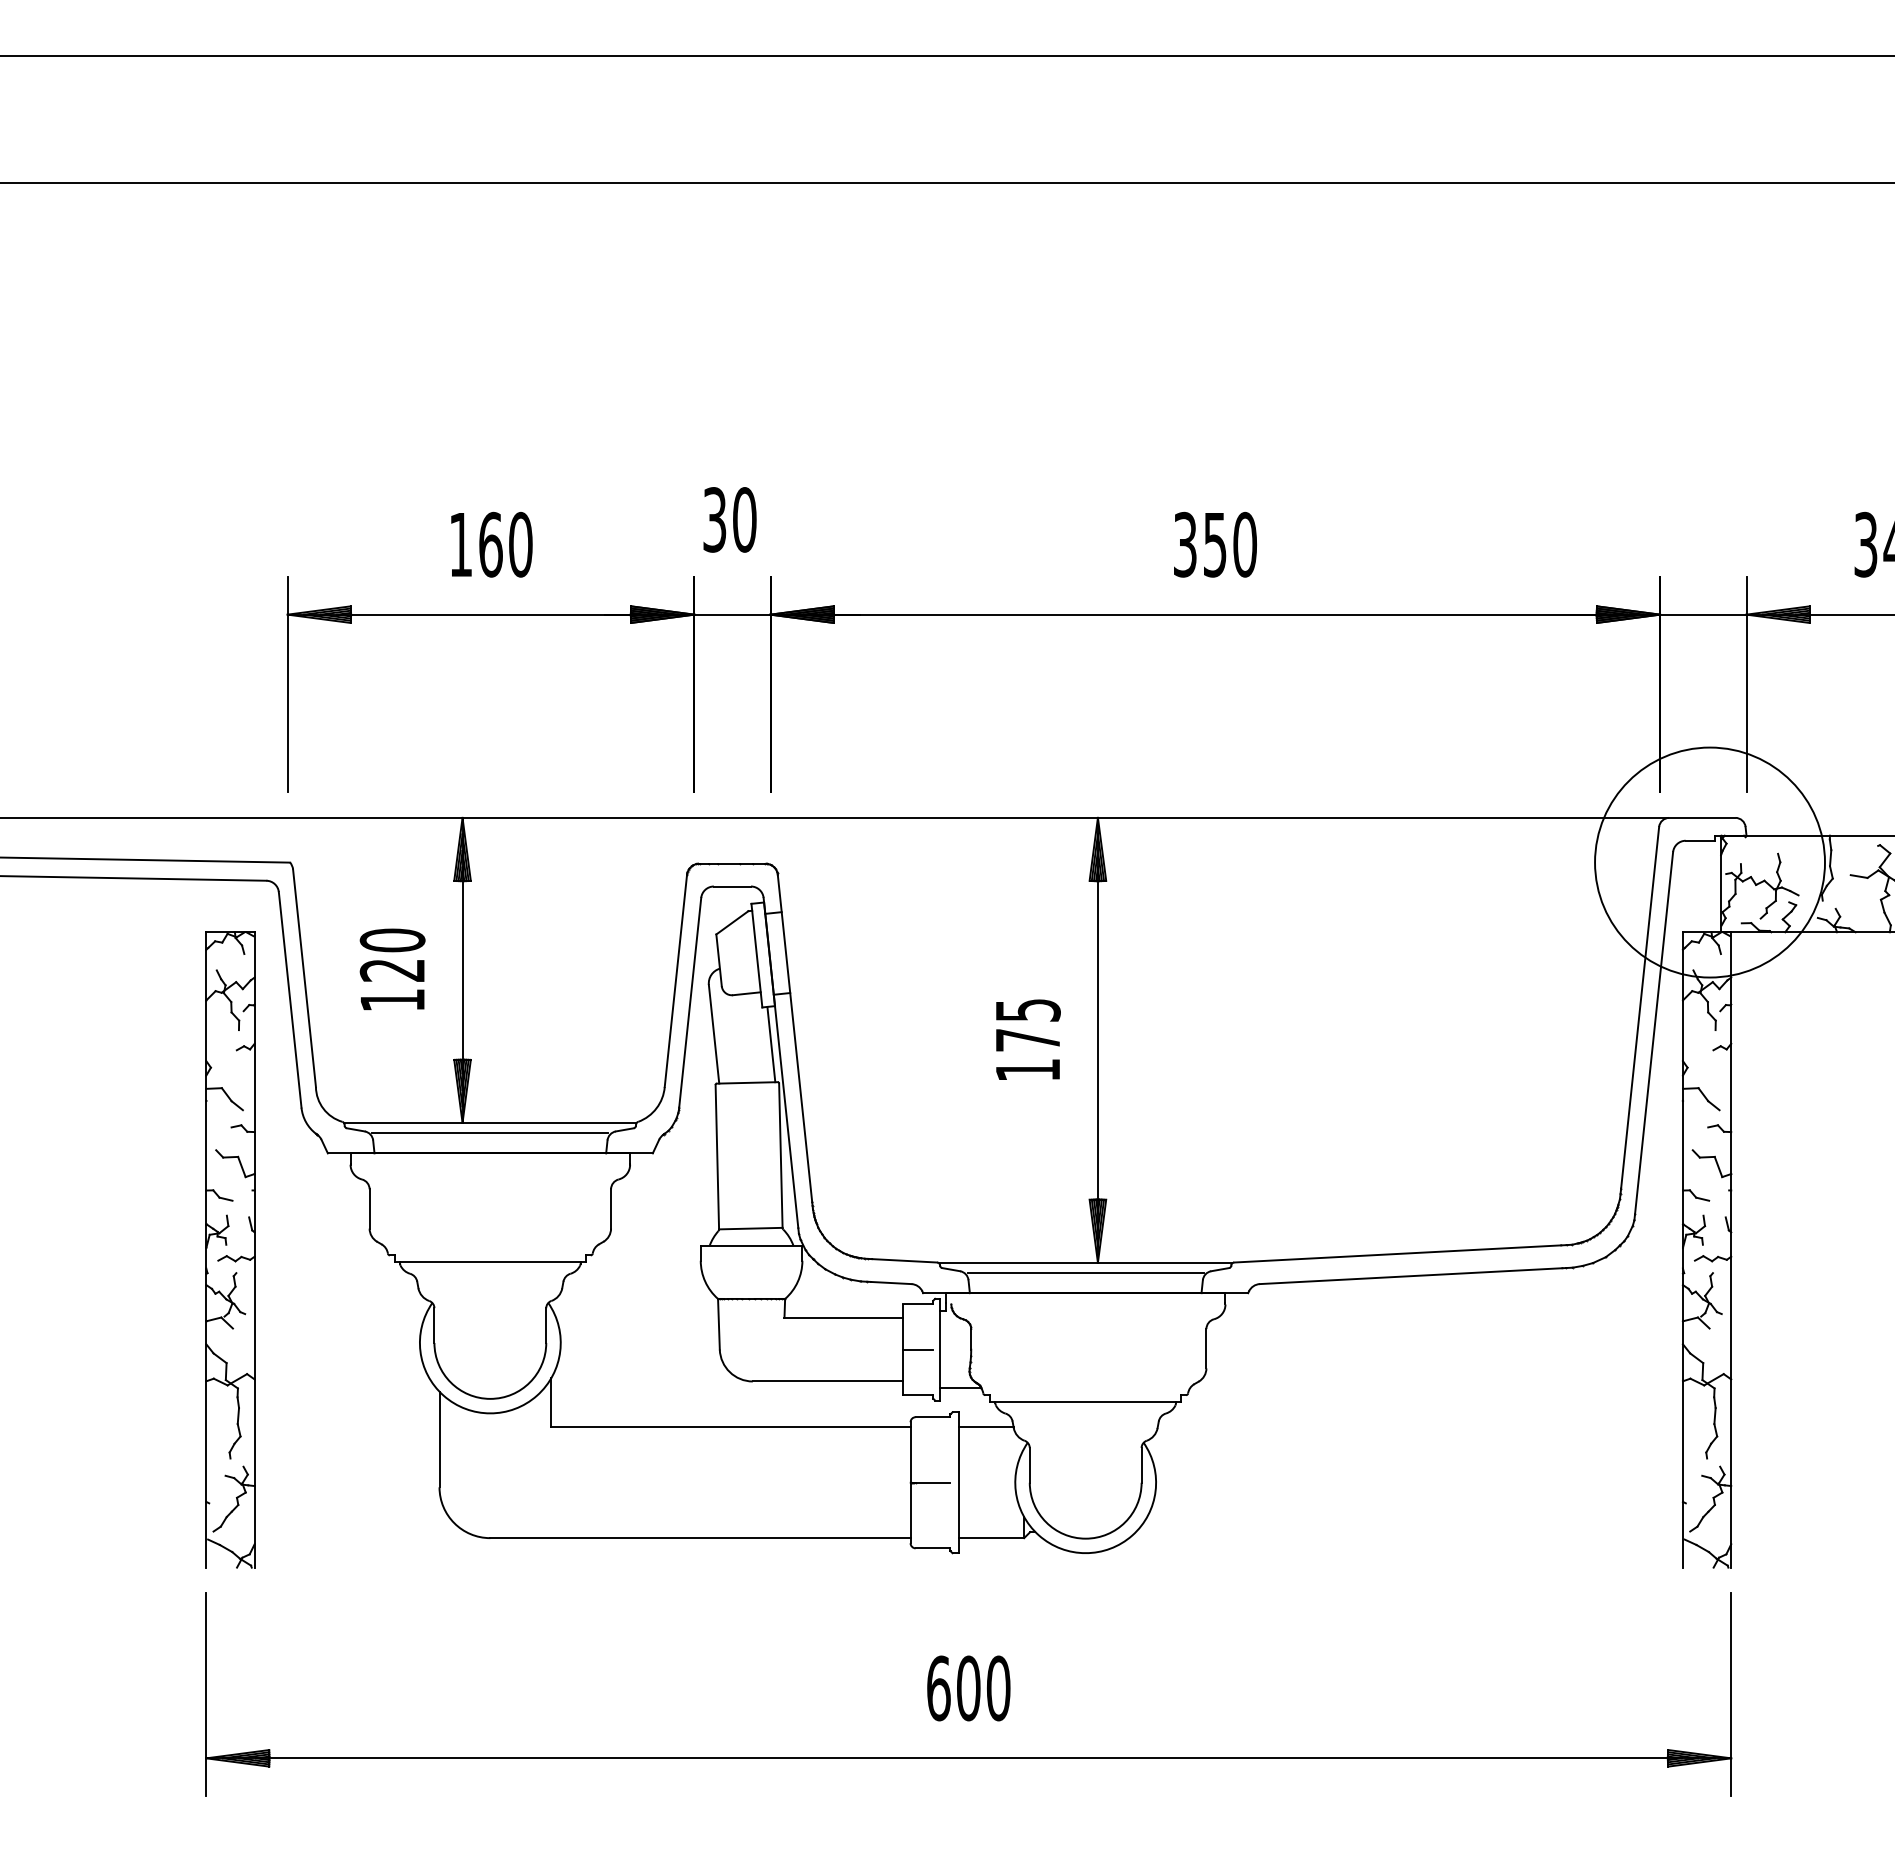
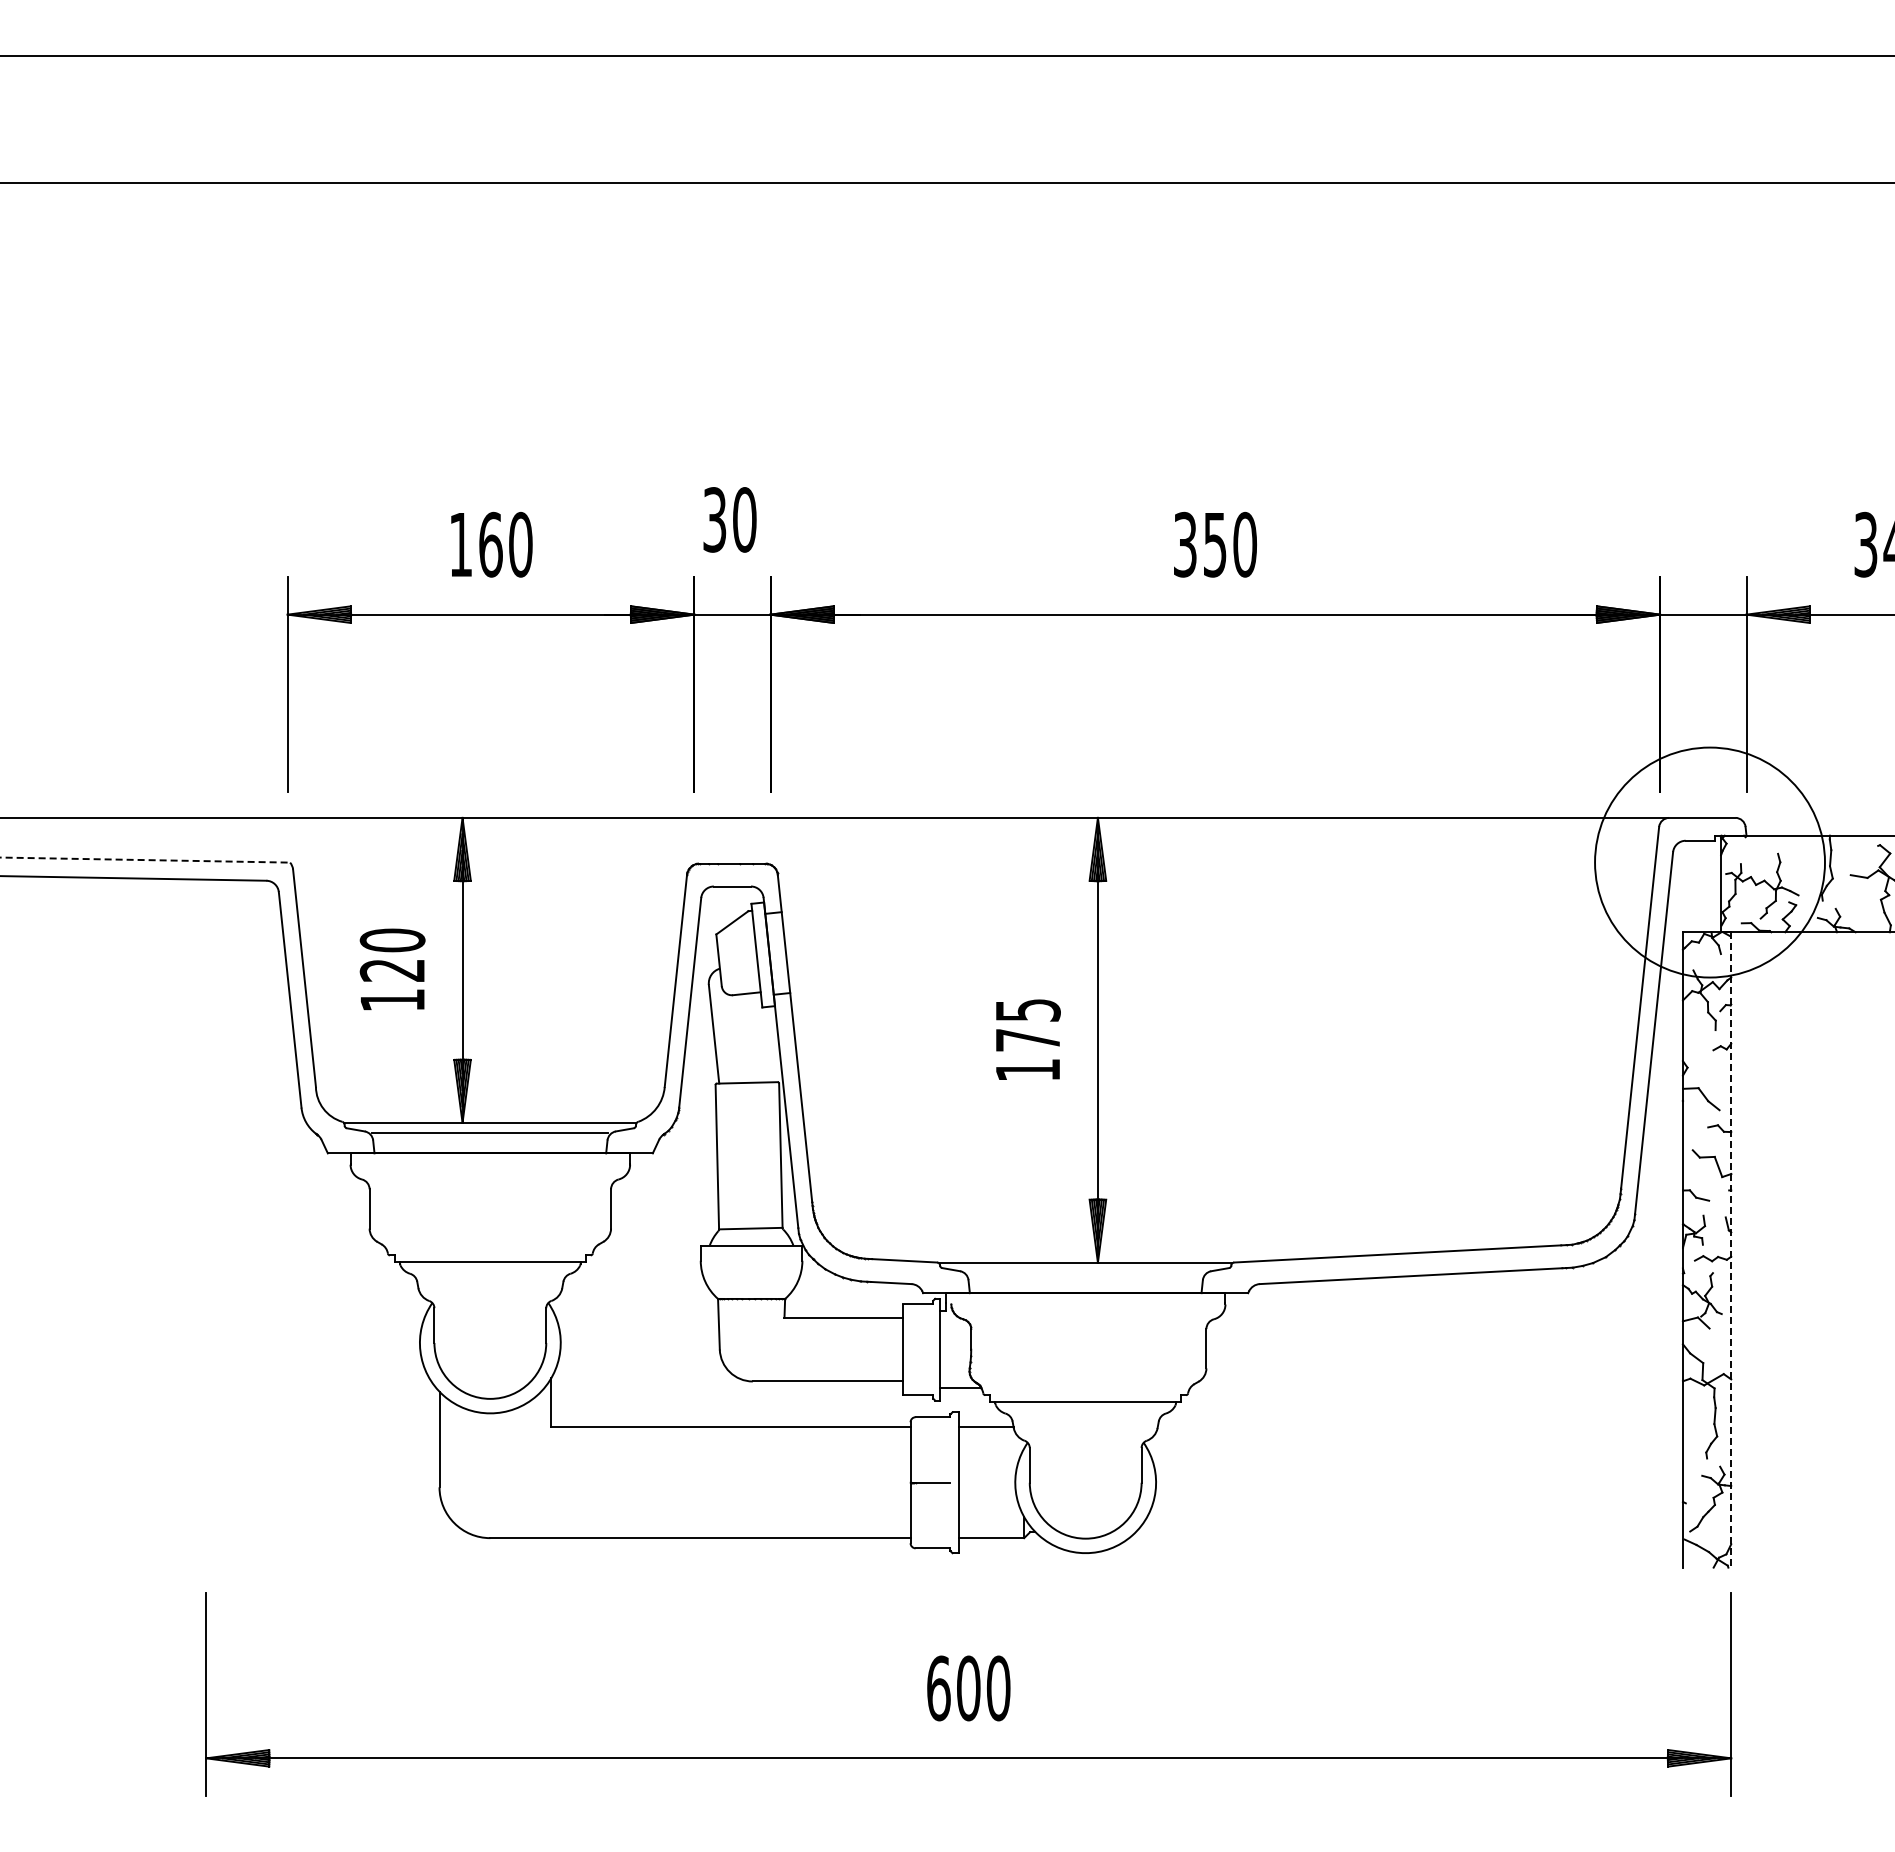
line at (145, 860): solid -> dashed
line at (771, 1044): present -> none
part at (230, 1249): present -> none
line at (1731, 1249): solid -> dashed
line at (1085, 1272): present -> none
line at (918, 1349): present -> none
